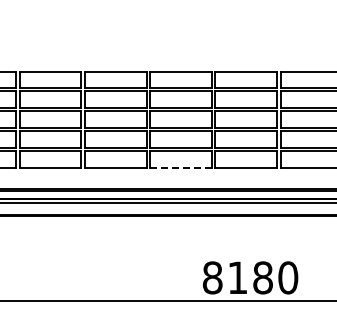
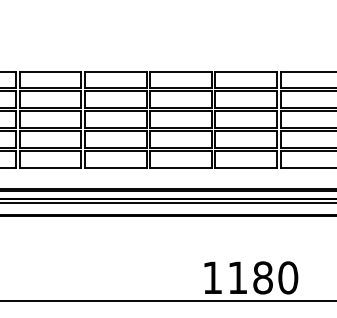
line at (181, 167): dashed -> solid
text at (212, 277): 8180 -> 1180
